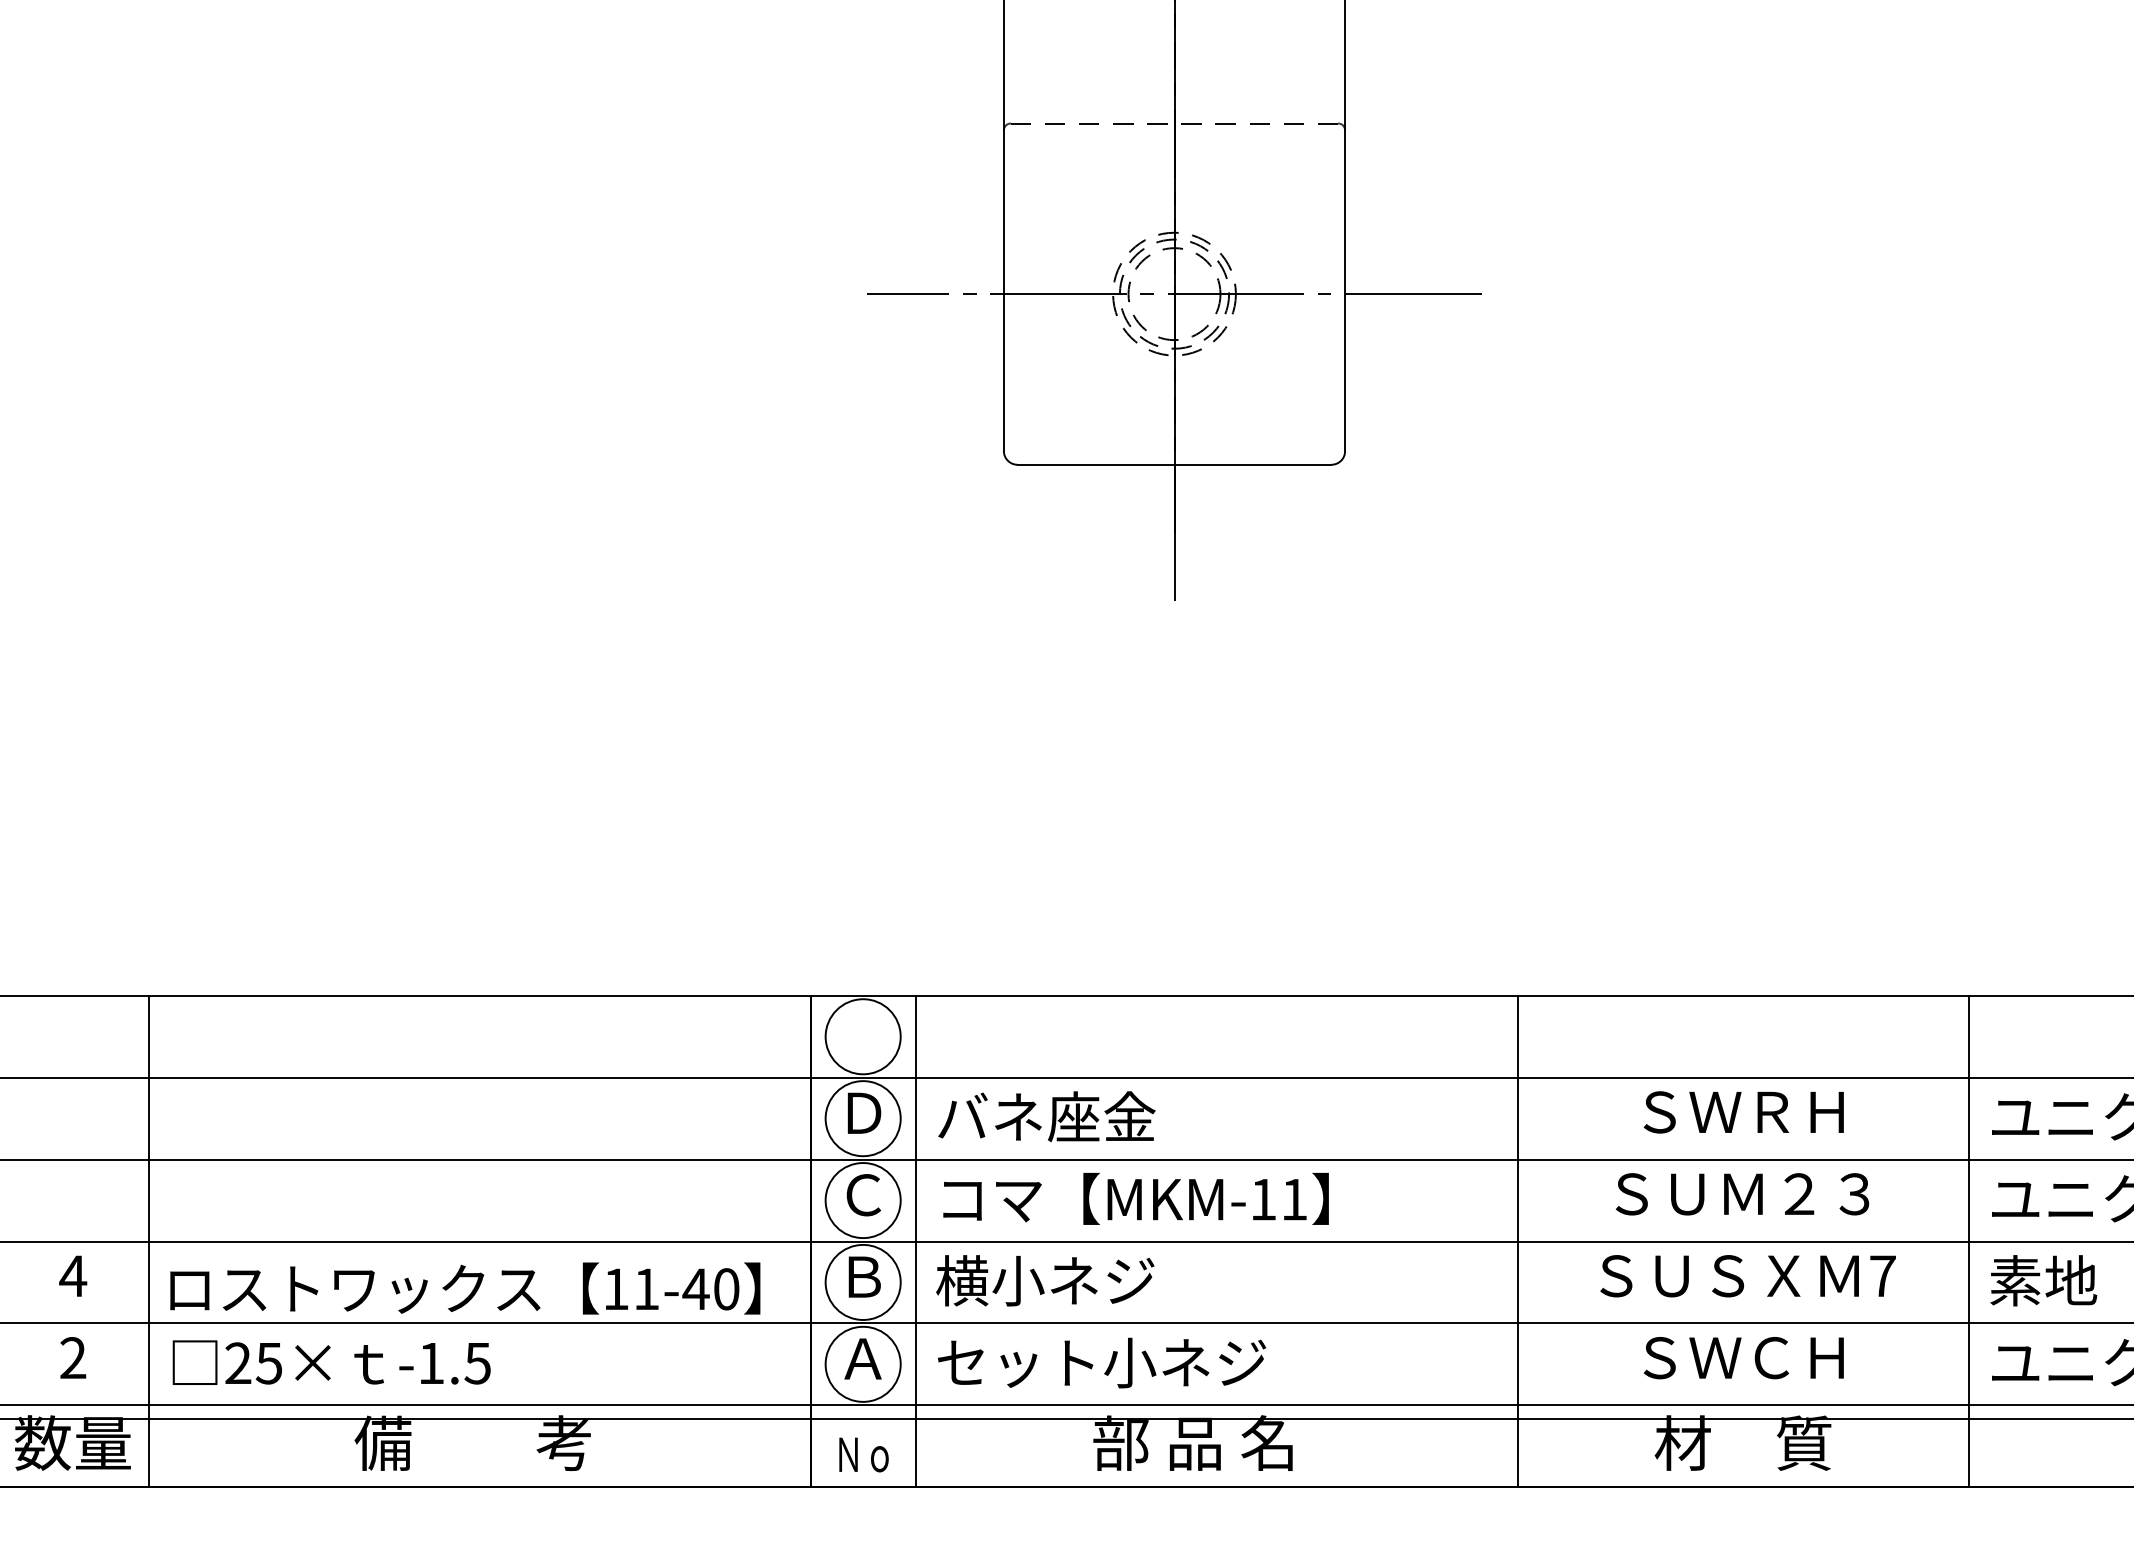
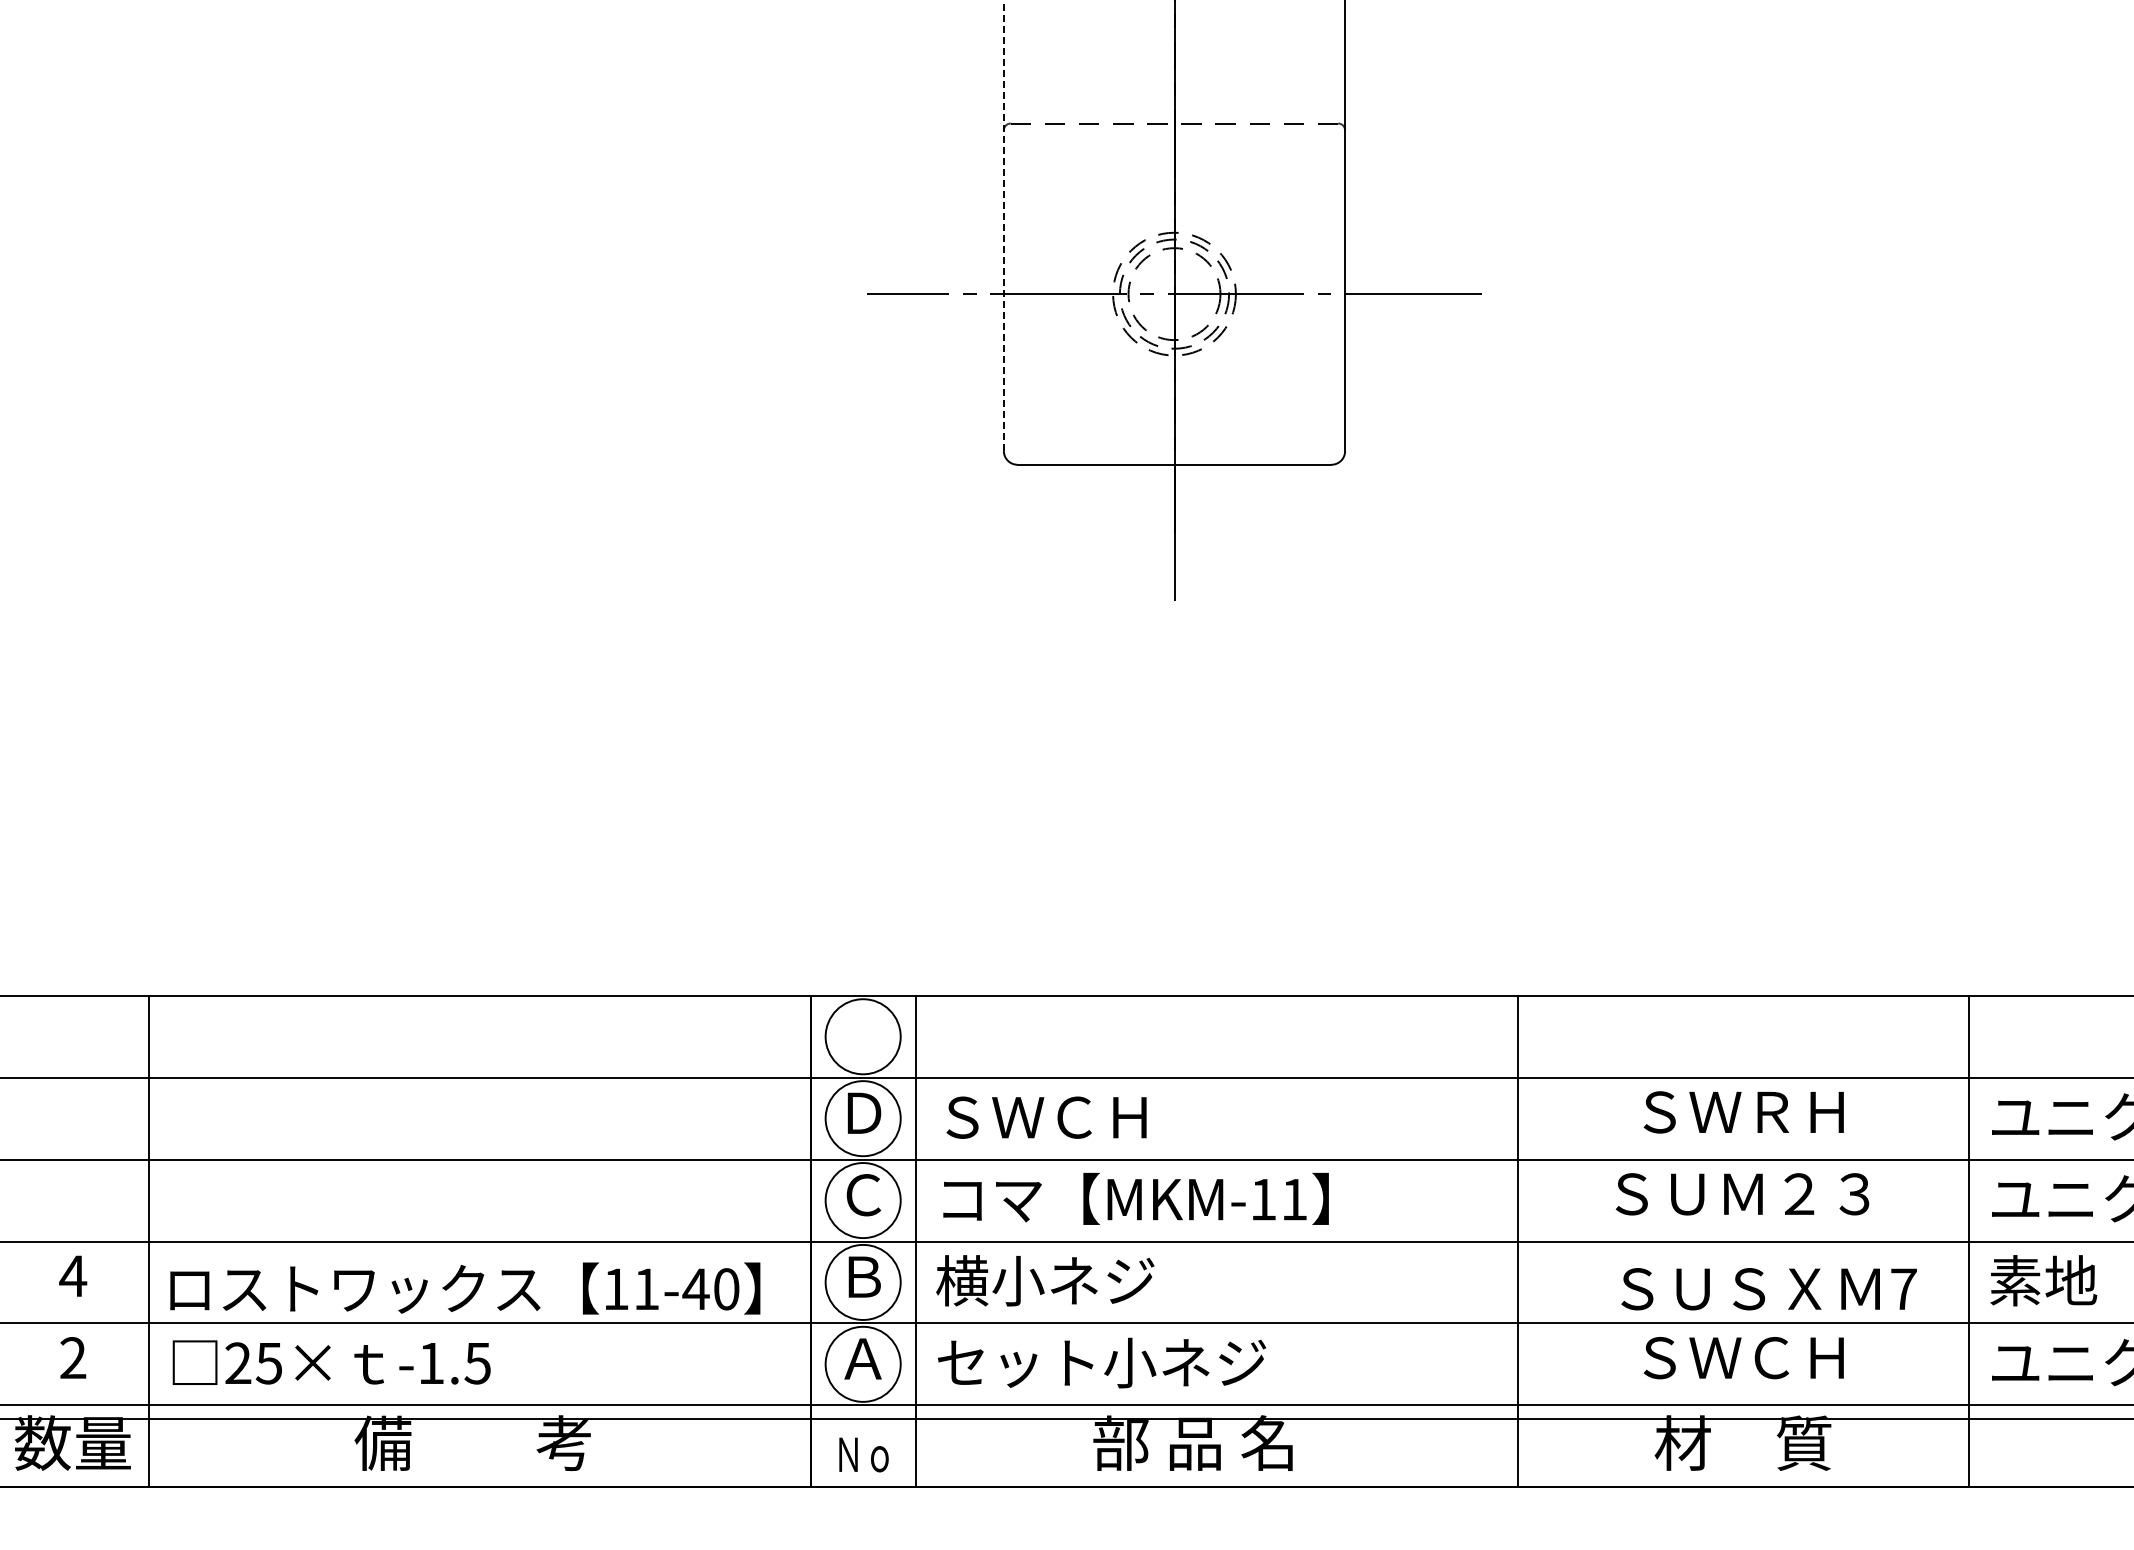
line at (1003, 225): solid -> dashed
text at (1046, 1116): バネ座金 -> ＳＷＣＨ
text at (1747, 1276) position: (1747, 1276) -> (1768, 1289)
